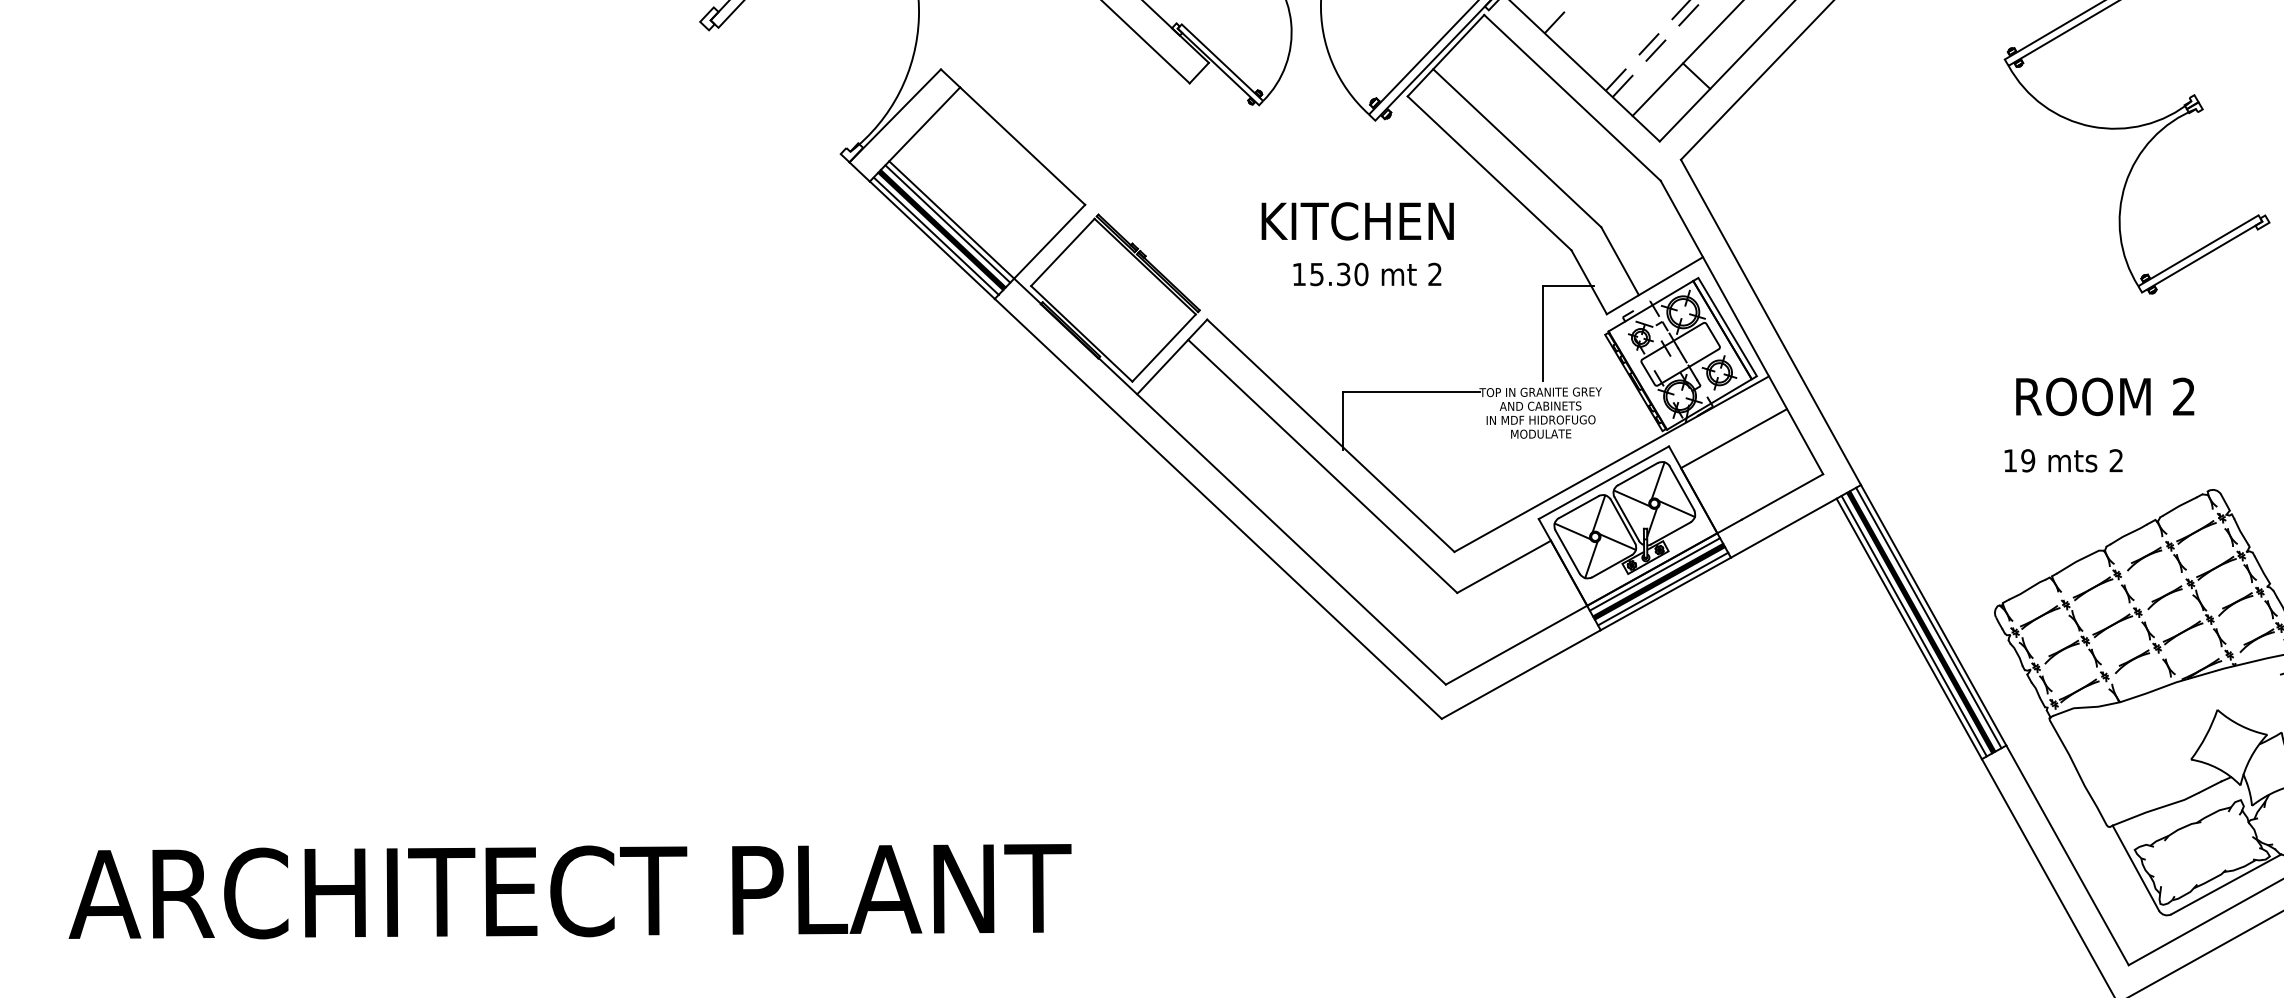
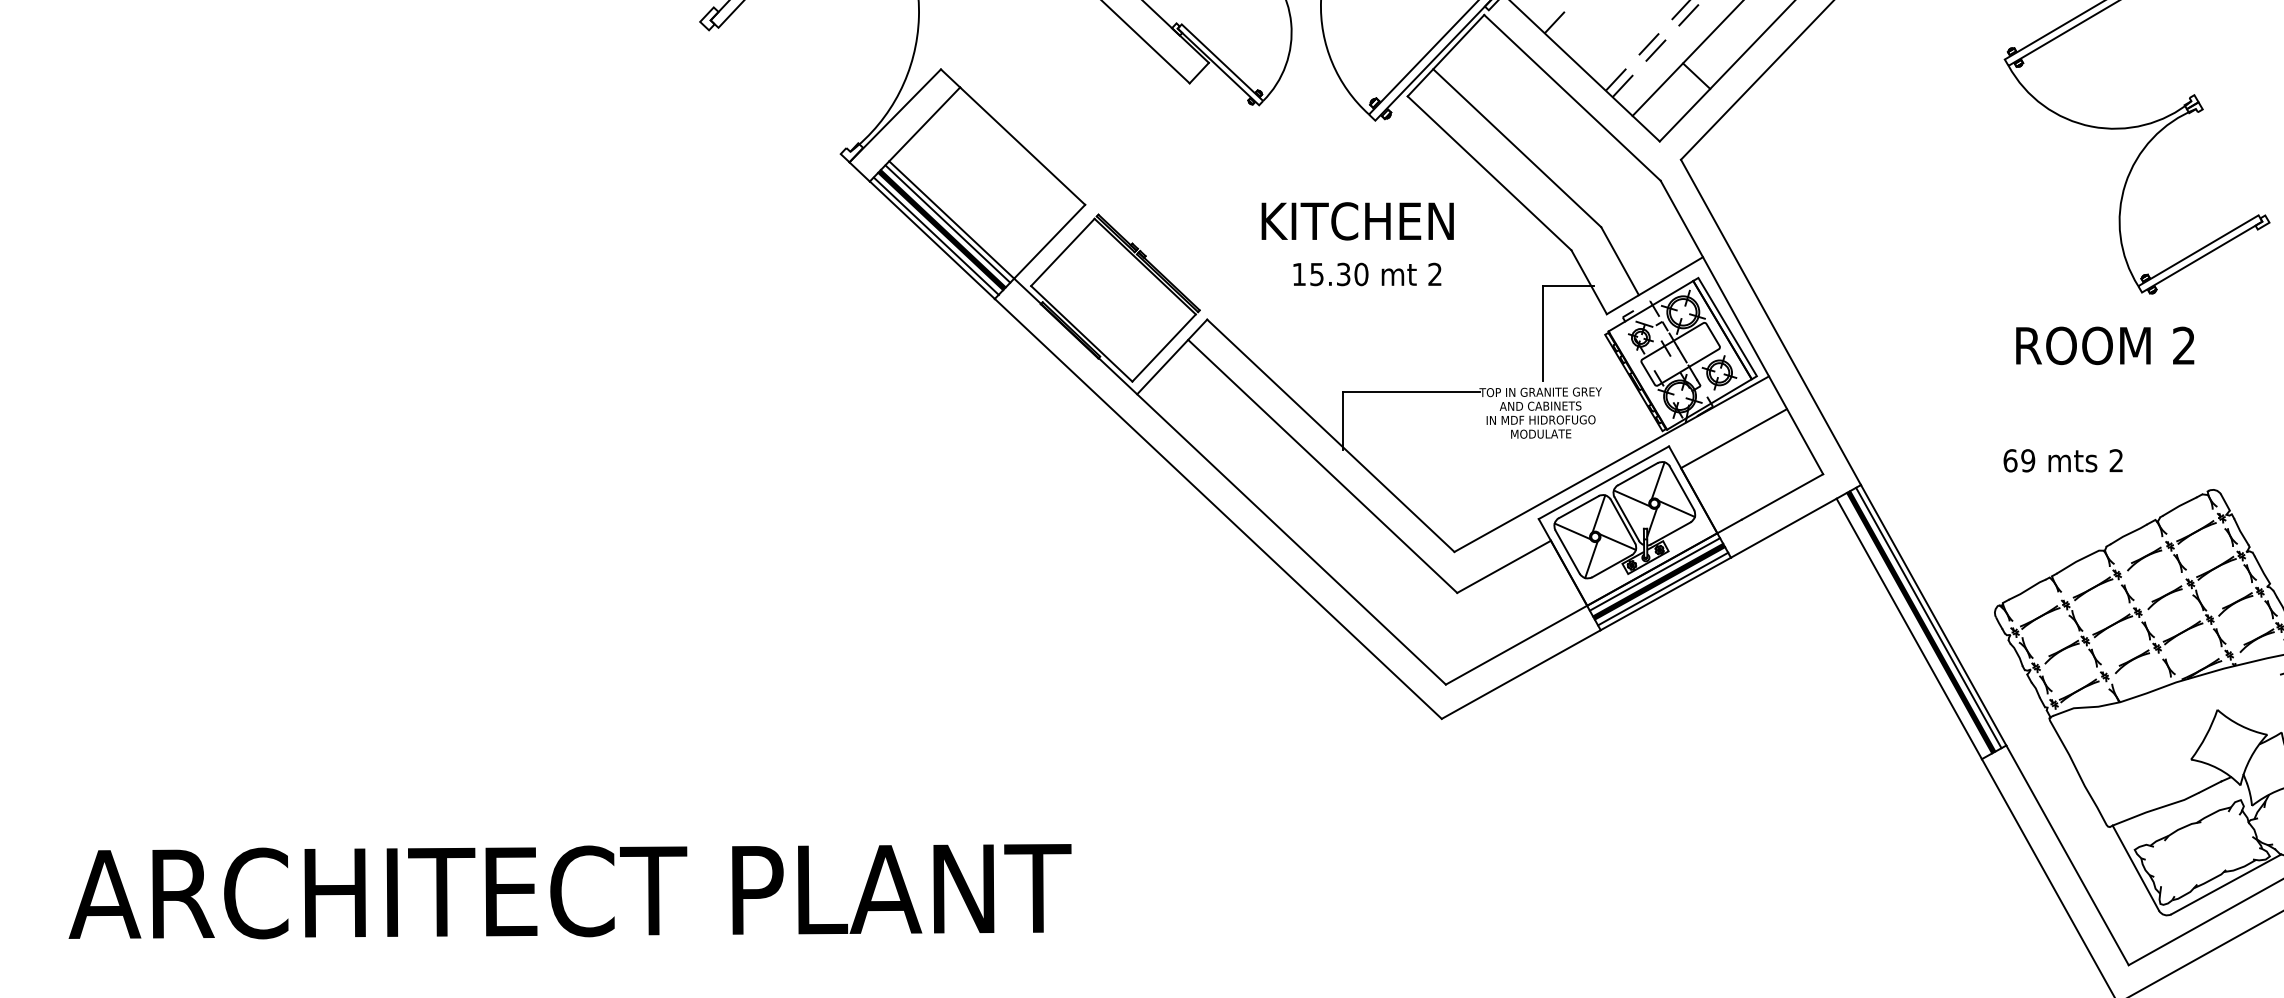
text at (2105, 396) position: (2105, 396) -> (2105, 345)
text at (2010, 460): 19 -> 69
line at (1913, 626): present -> none
